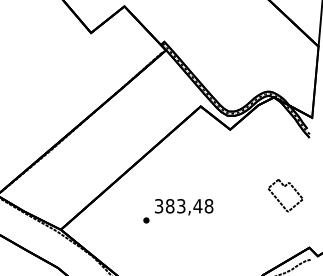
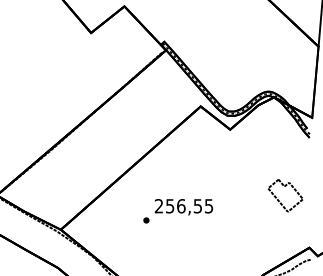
text at (184, 206): 383,48 -> 256,55
